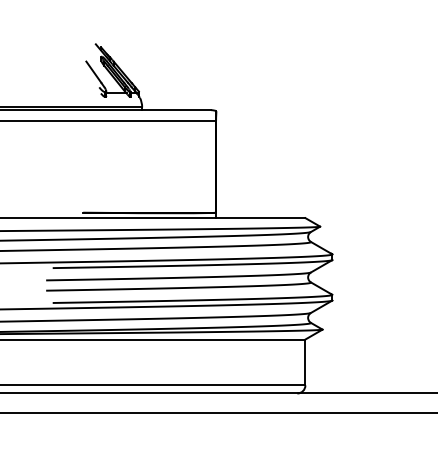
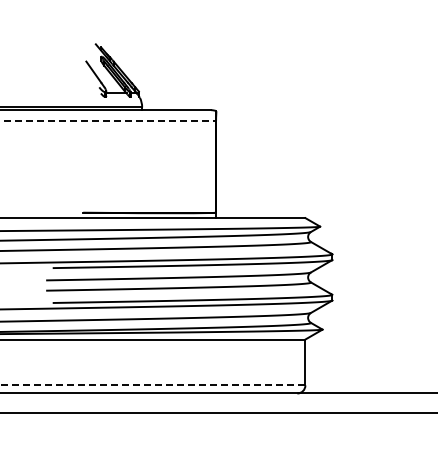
line at (108, 120): solid -> dashed
line at (152, 385): solid -> dashed
